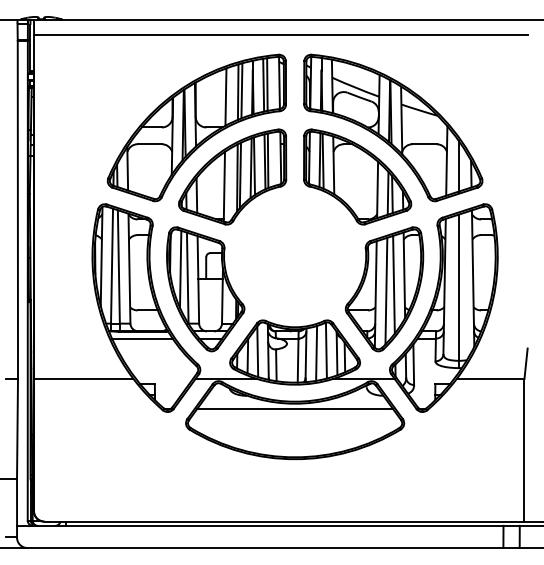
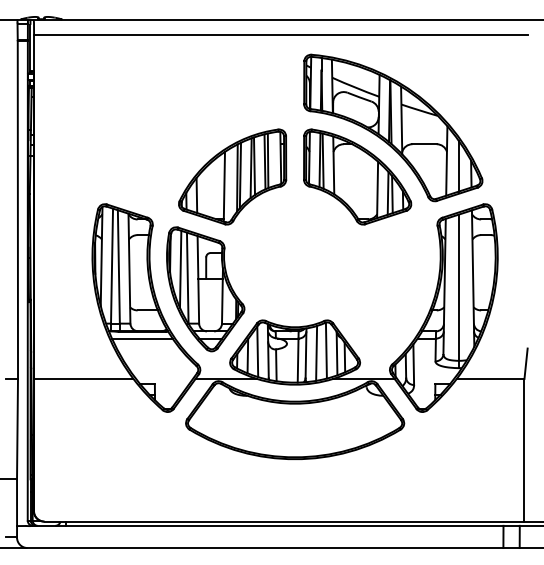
part at (196, 127): present -> none
part at (384, 289): present -> none
line at (295, 408): present -> none
